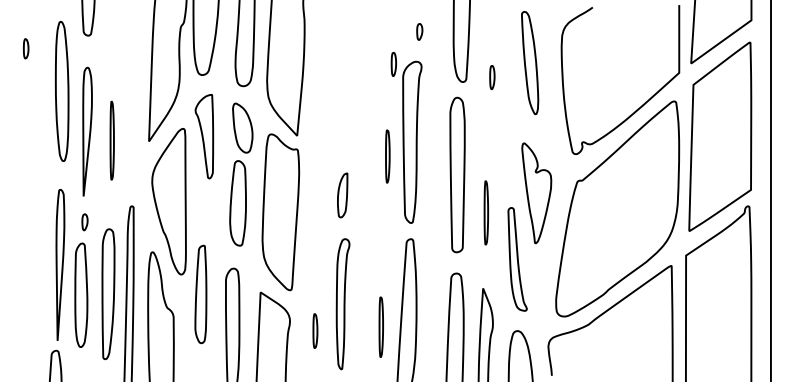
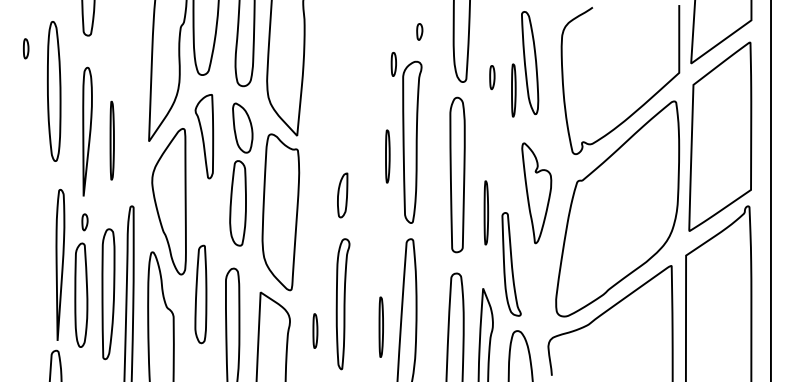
part at (513, 90): none -> present
part at (61, 91) position: (61, 91) -> (53, 91)
part at (517, 259) position: (517, 259) -> (511, 264)
